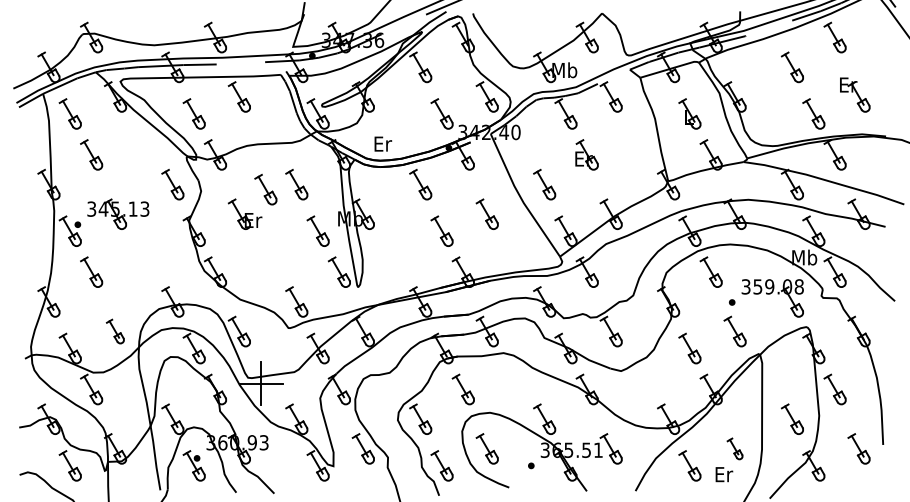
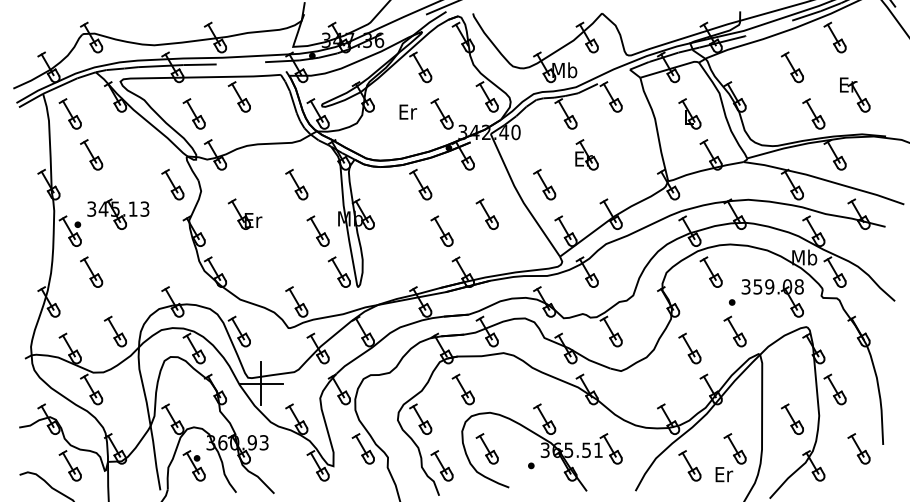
text at (383, 143) position: (383, 143) -> (408, 111)
part at (265, 189): present -> none
part at (114, 331) size: 20x27 px -> 24x33 px
part at (734, 448) size: 18x24 px -> 24x32 px
